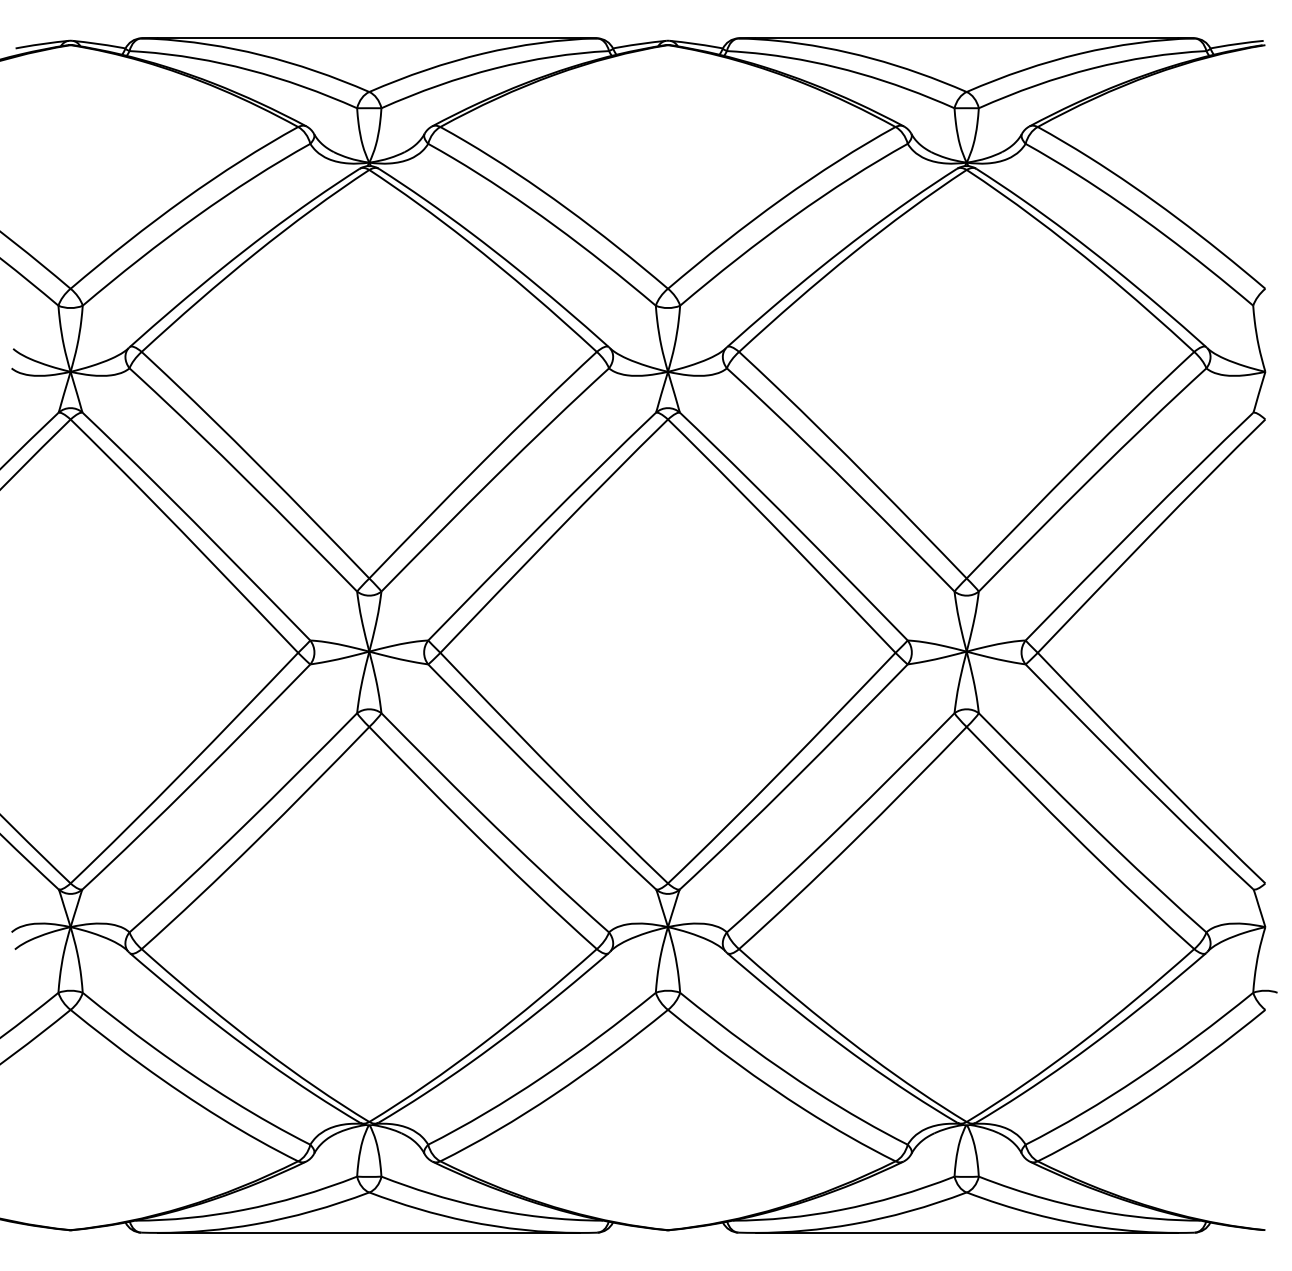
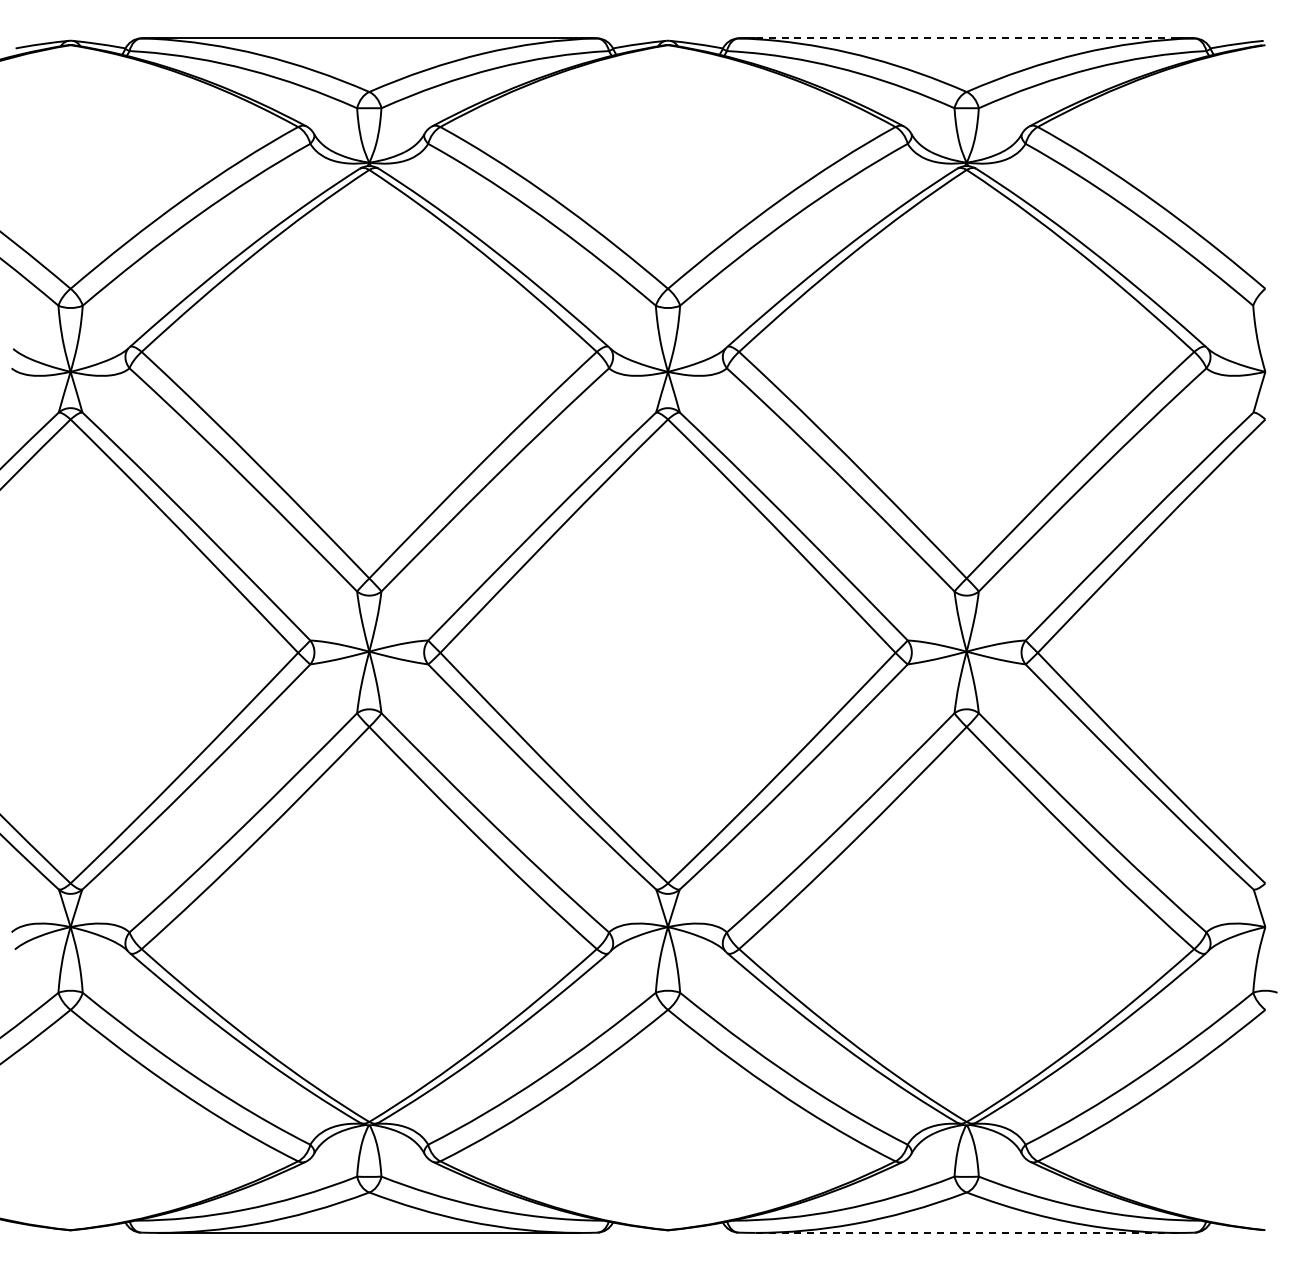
line at (966, 38): solid -> dashed
line at (966, 1232): solid -> dashed
